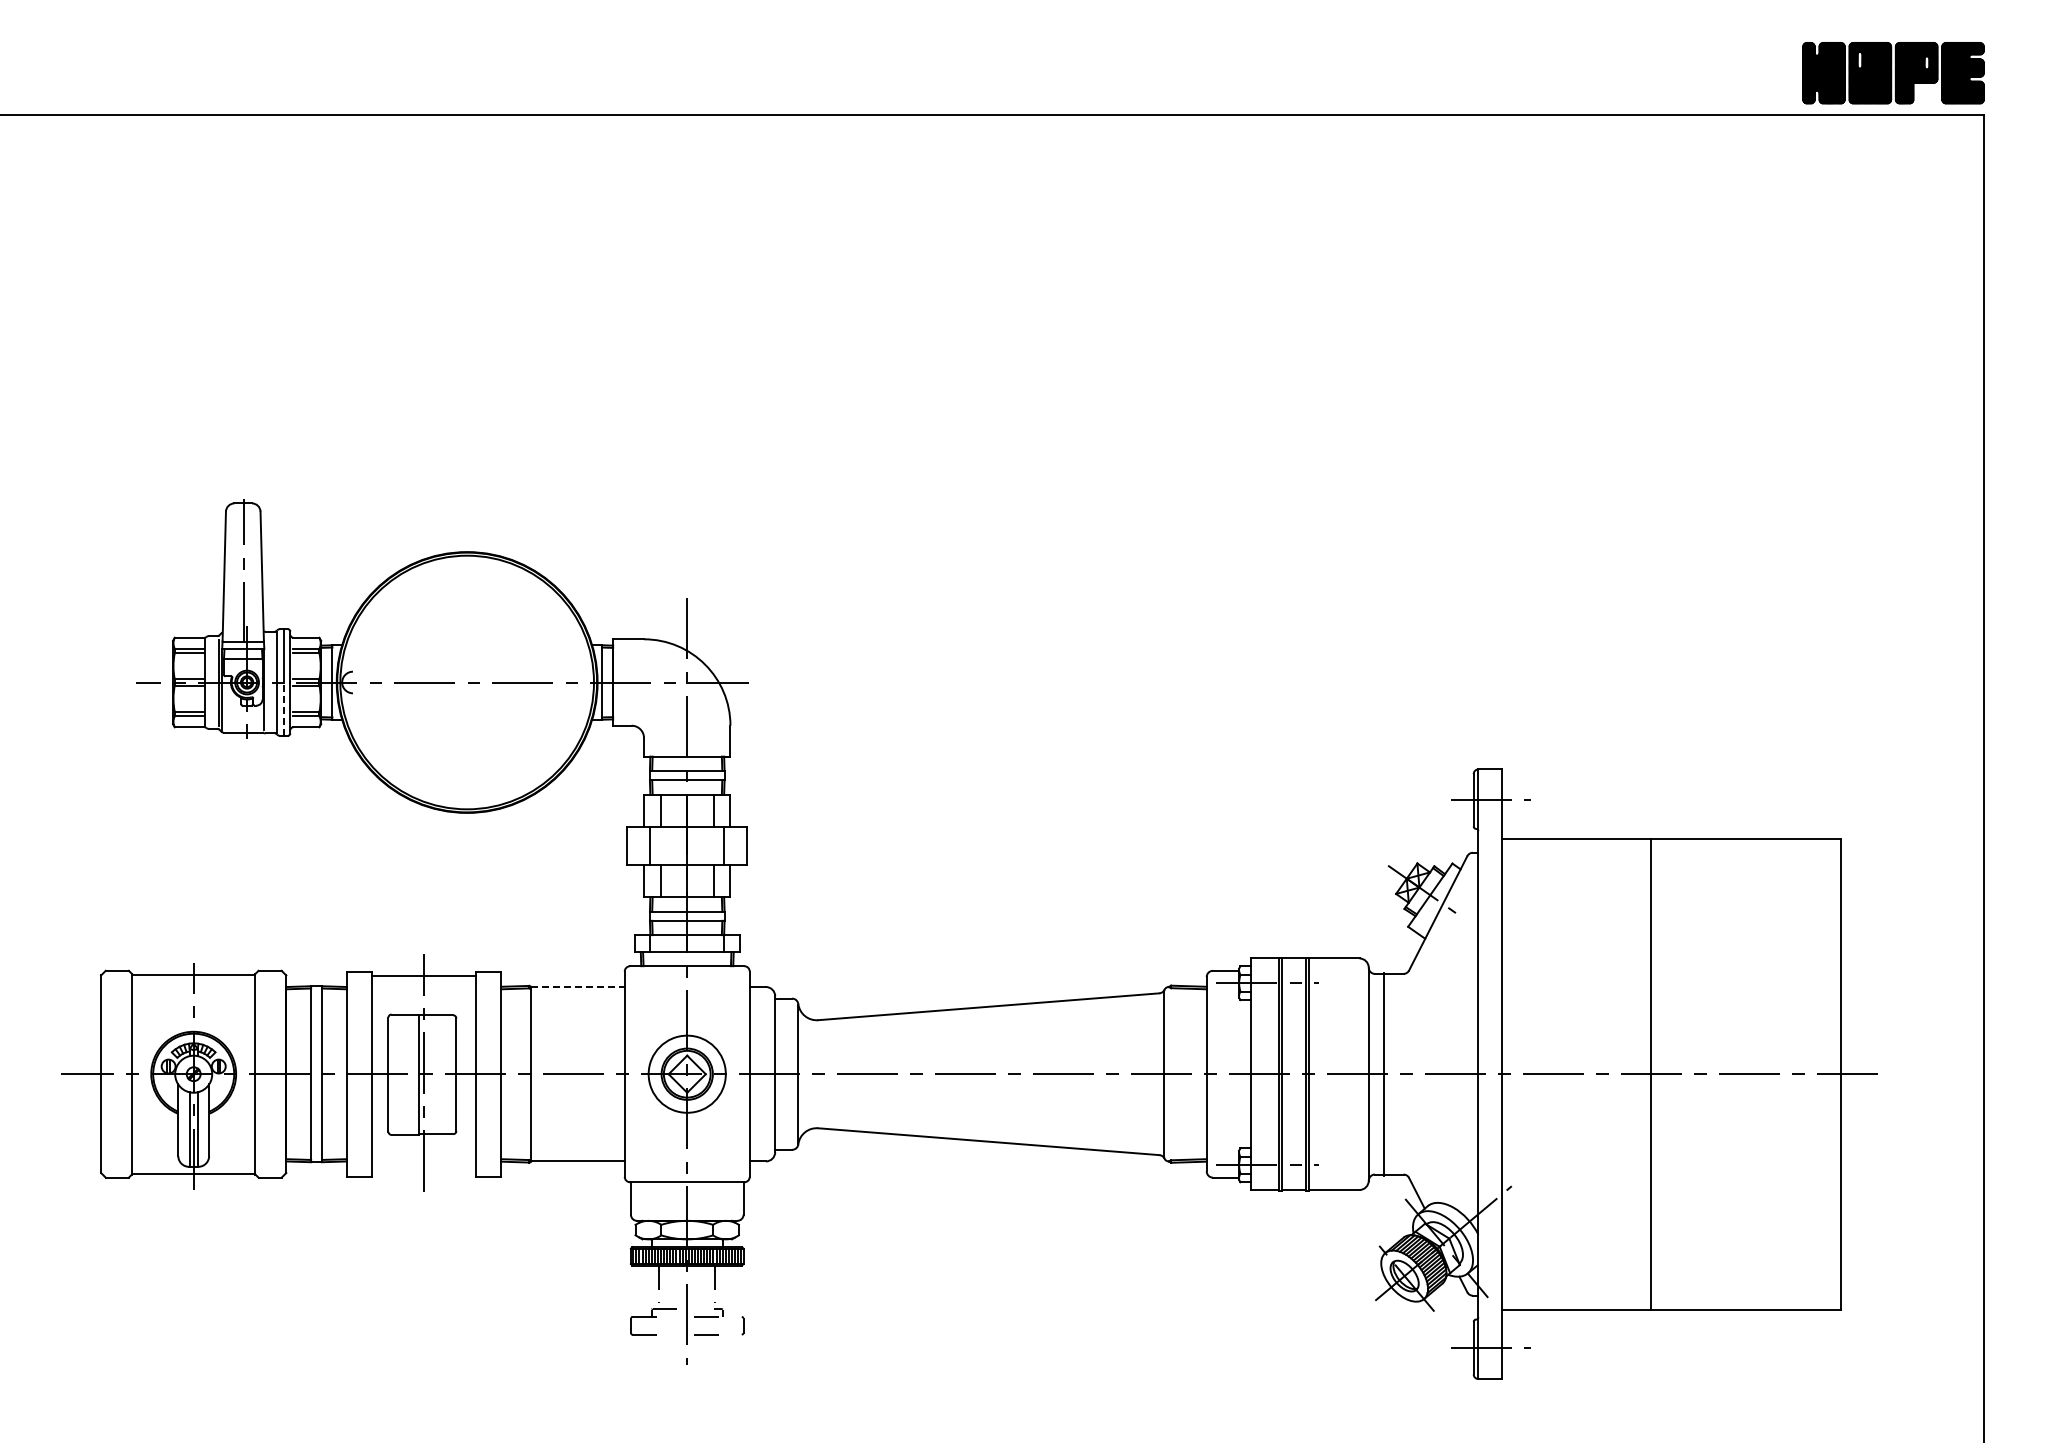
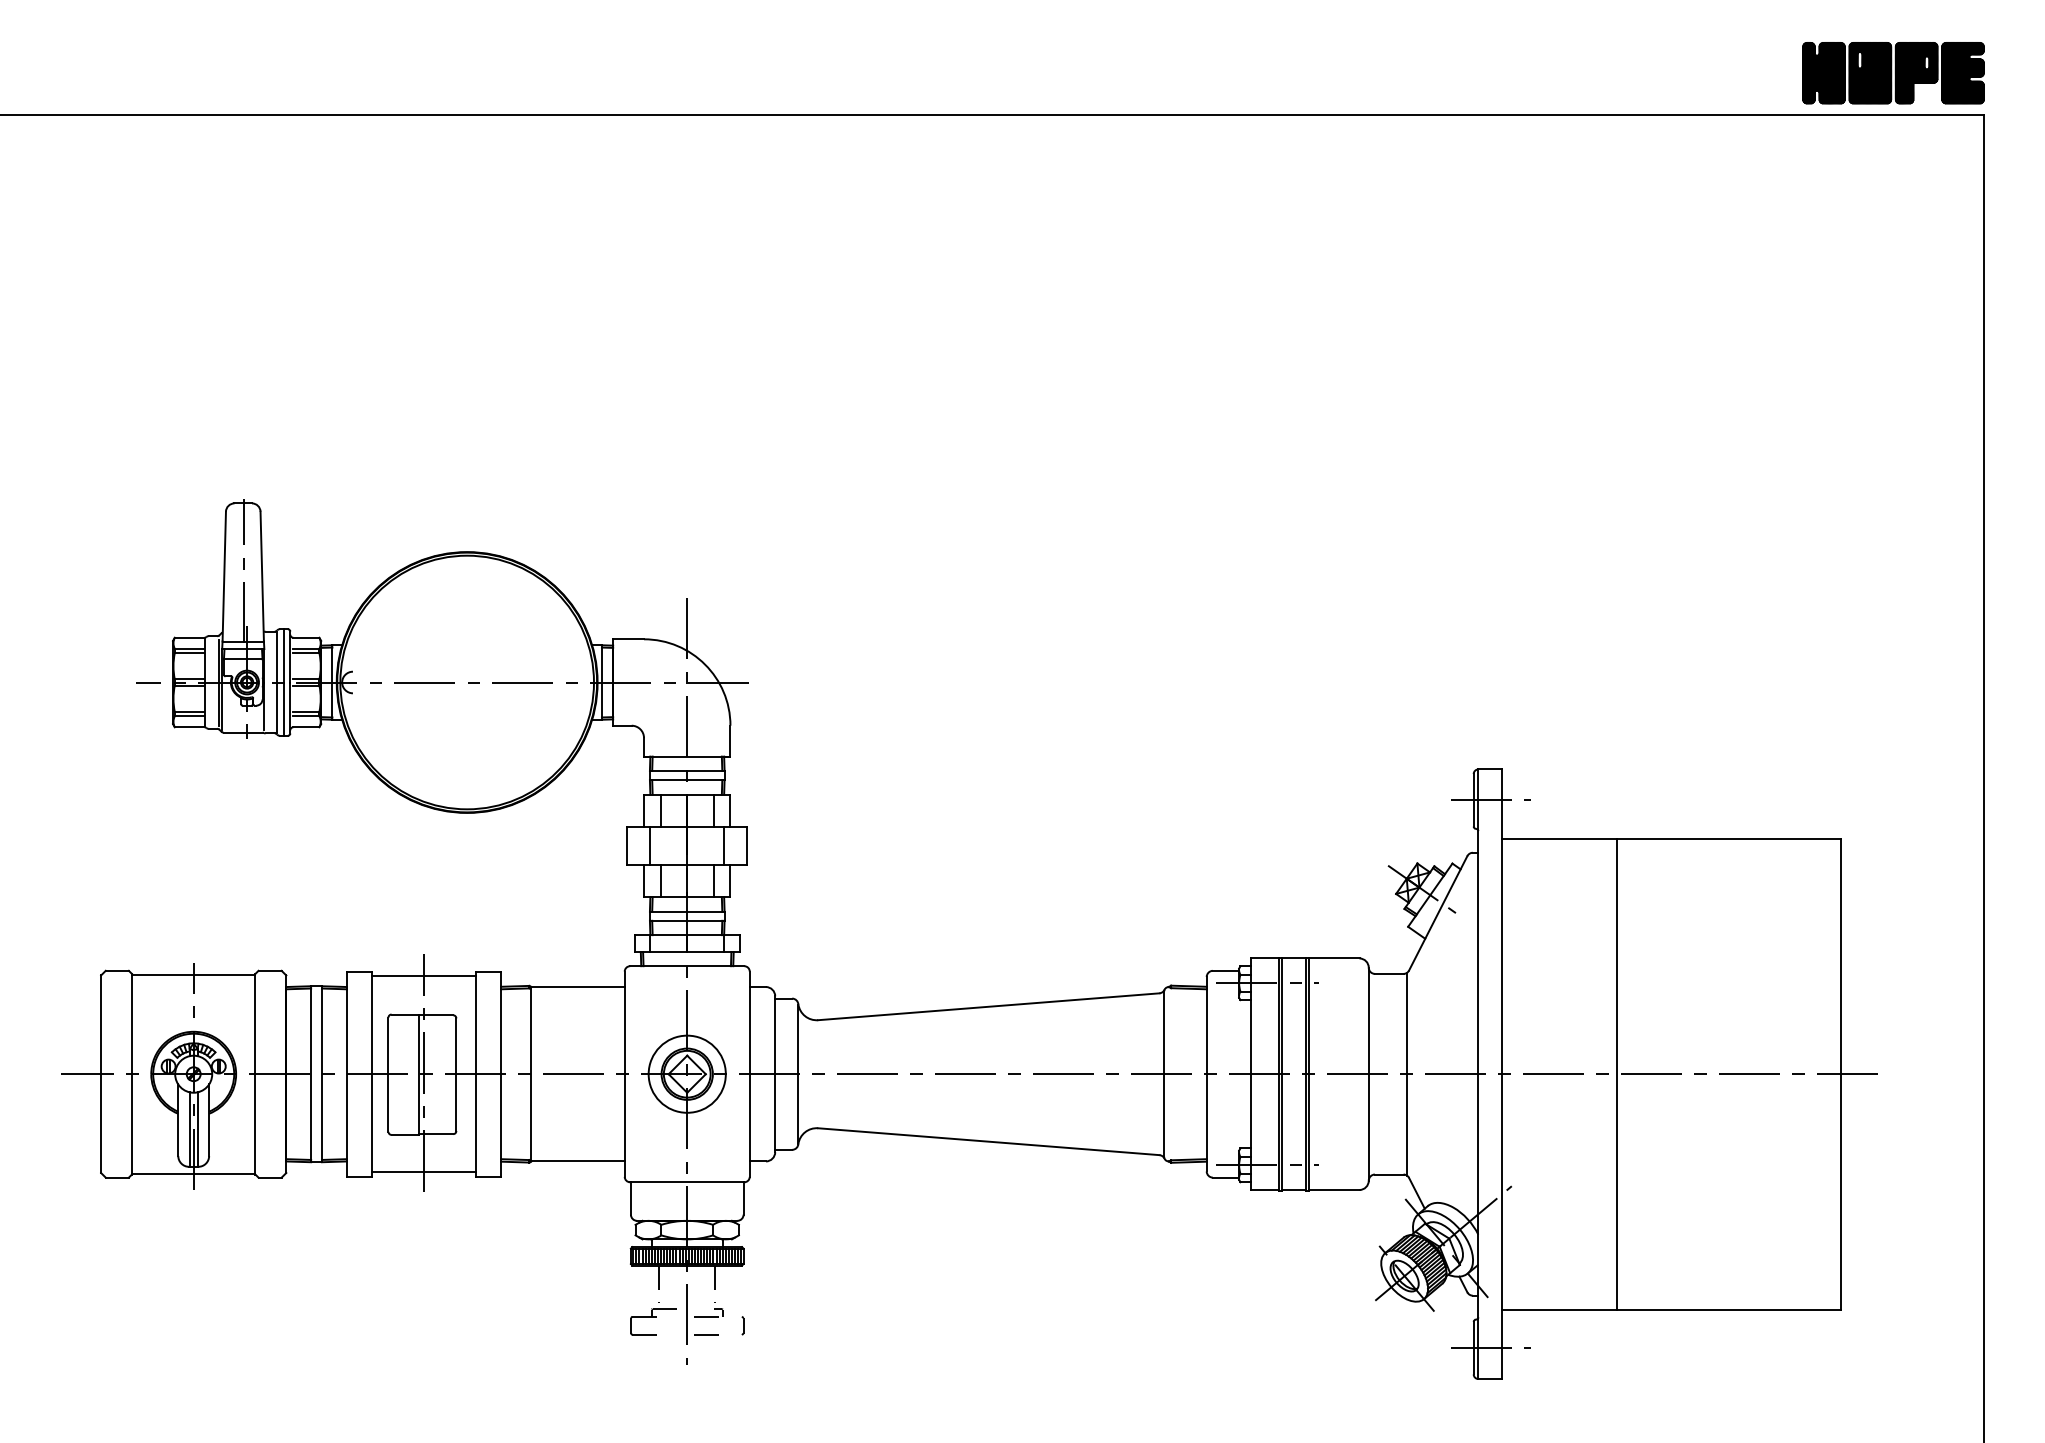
line at (284, 709): dashed -> solid
line at (578, 987): dashed -> solid
line at (1384, 1073) position: (1384, 1073) -> (1407, 1073)
line at (1651, 1073) position: (1651, 1073) -> (1617, 1073)
line at (423, 1172): none -> present
